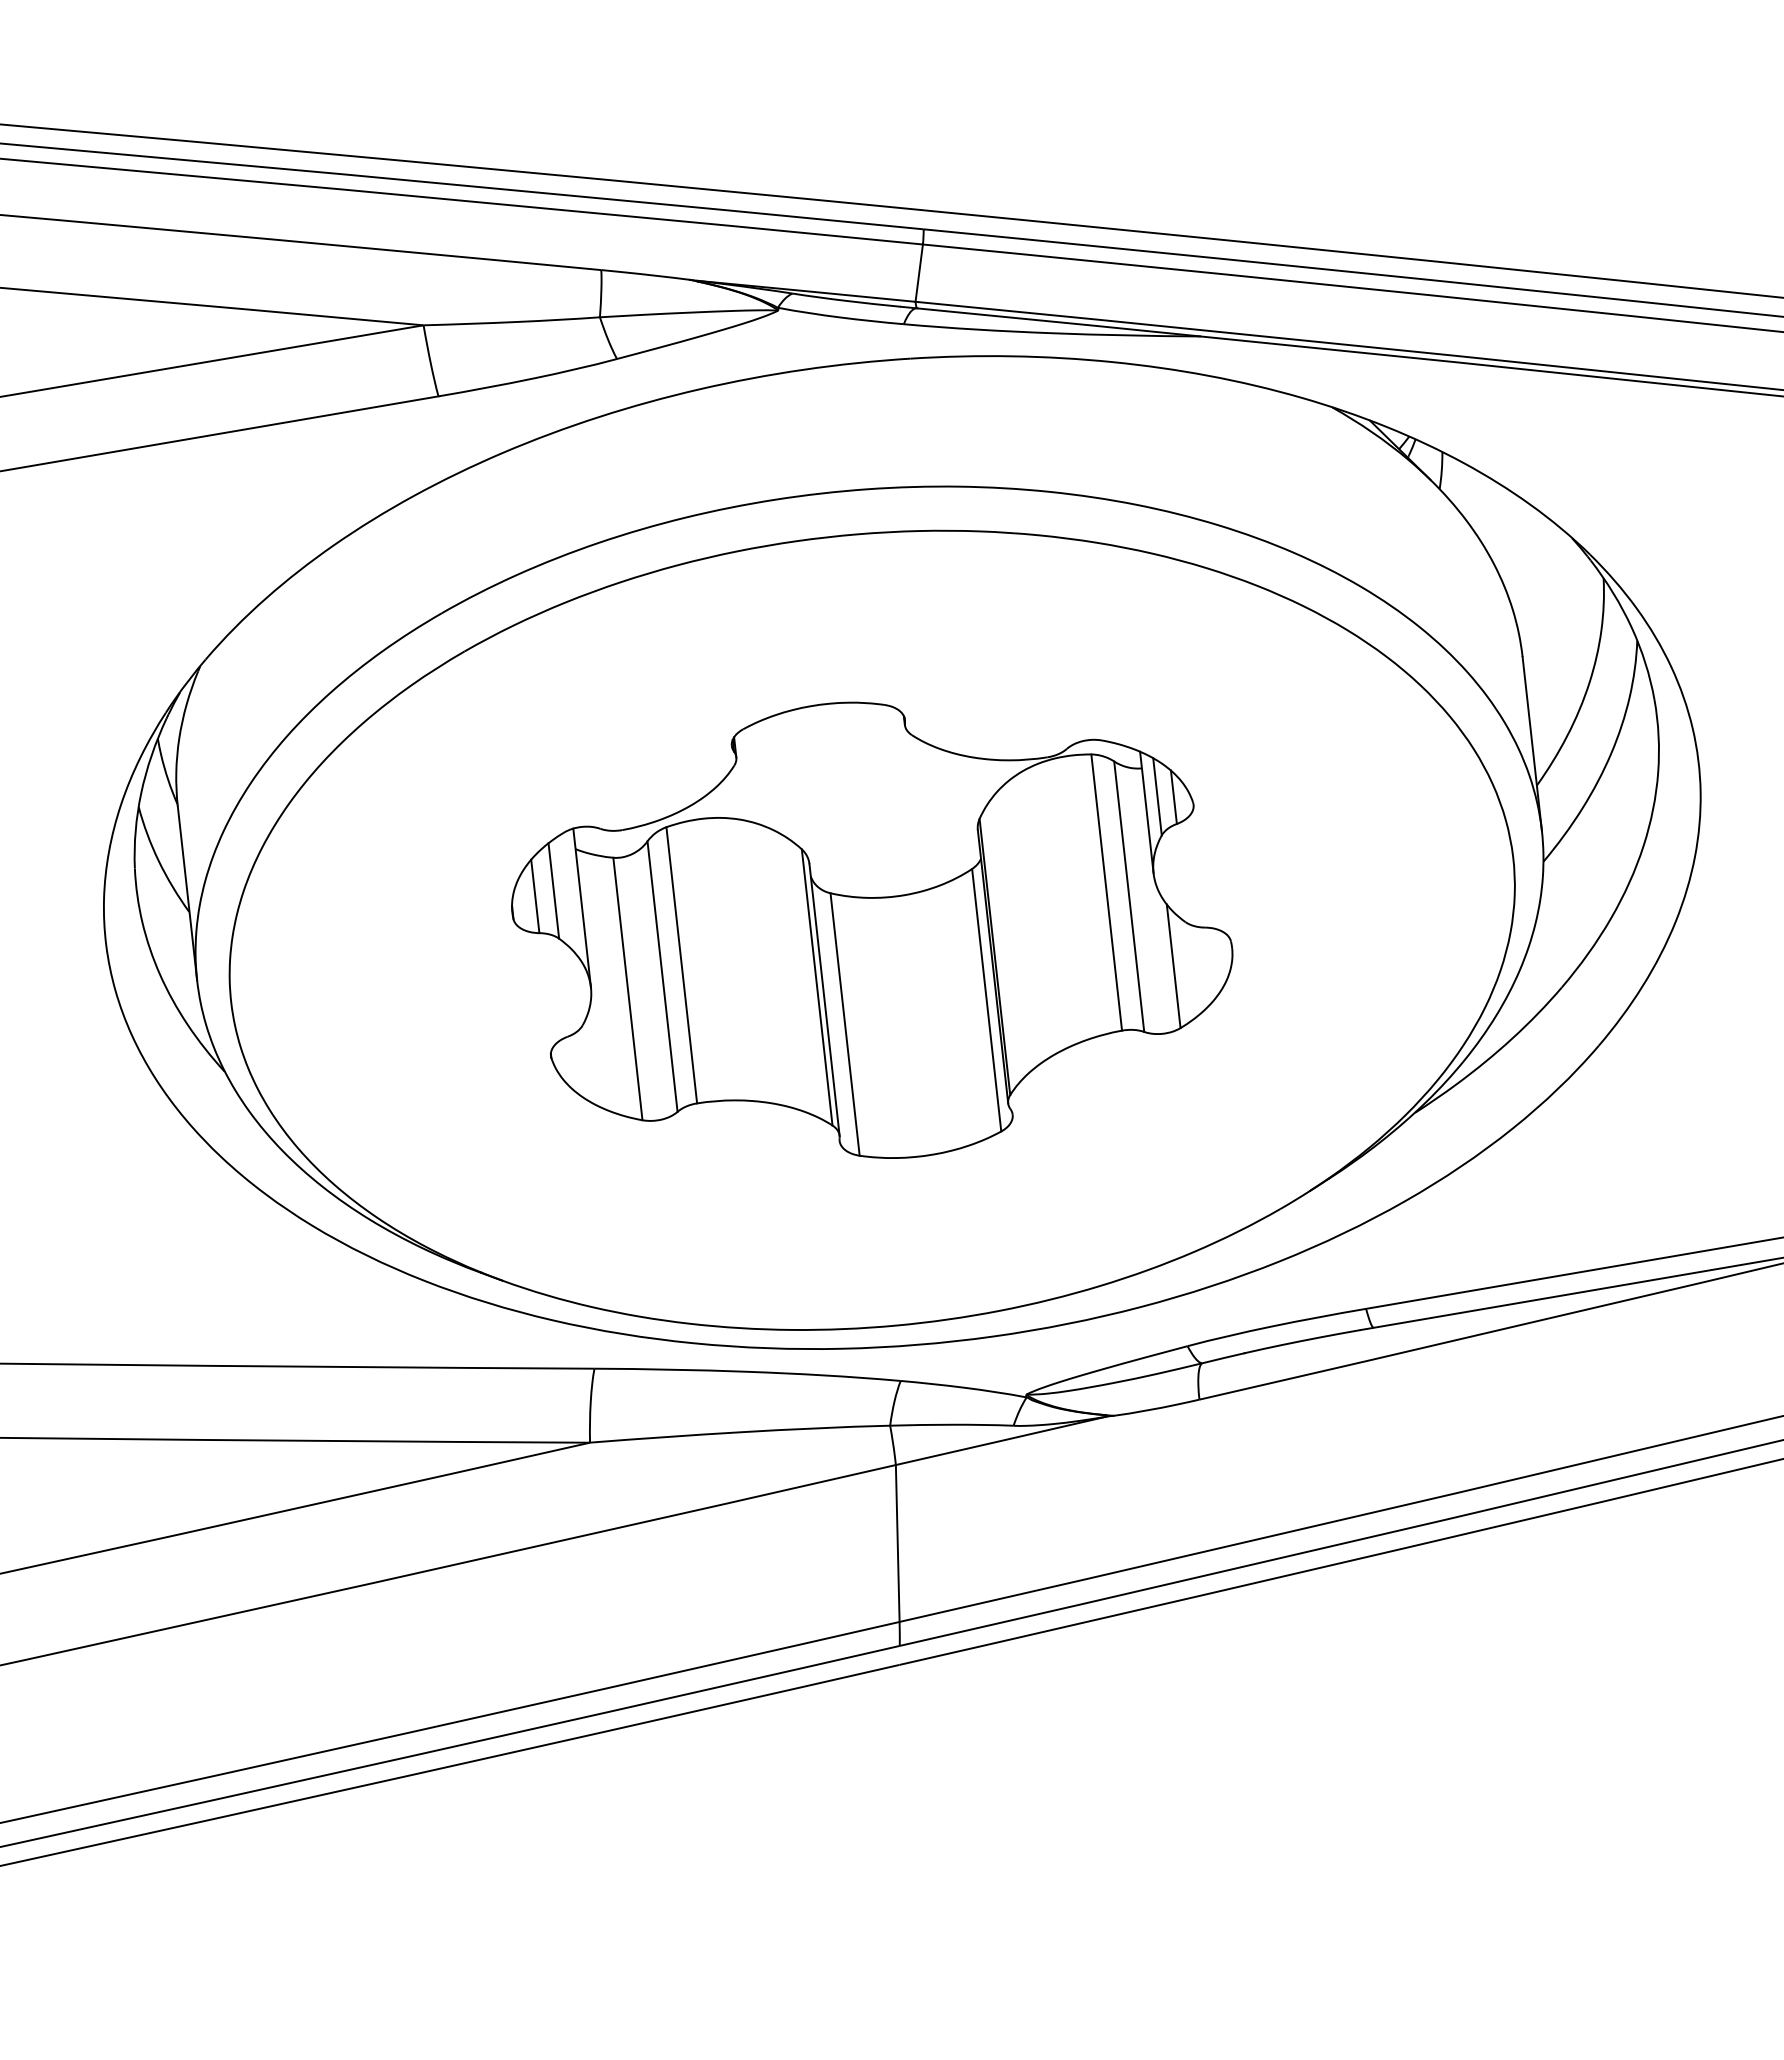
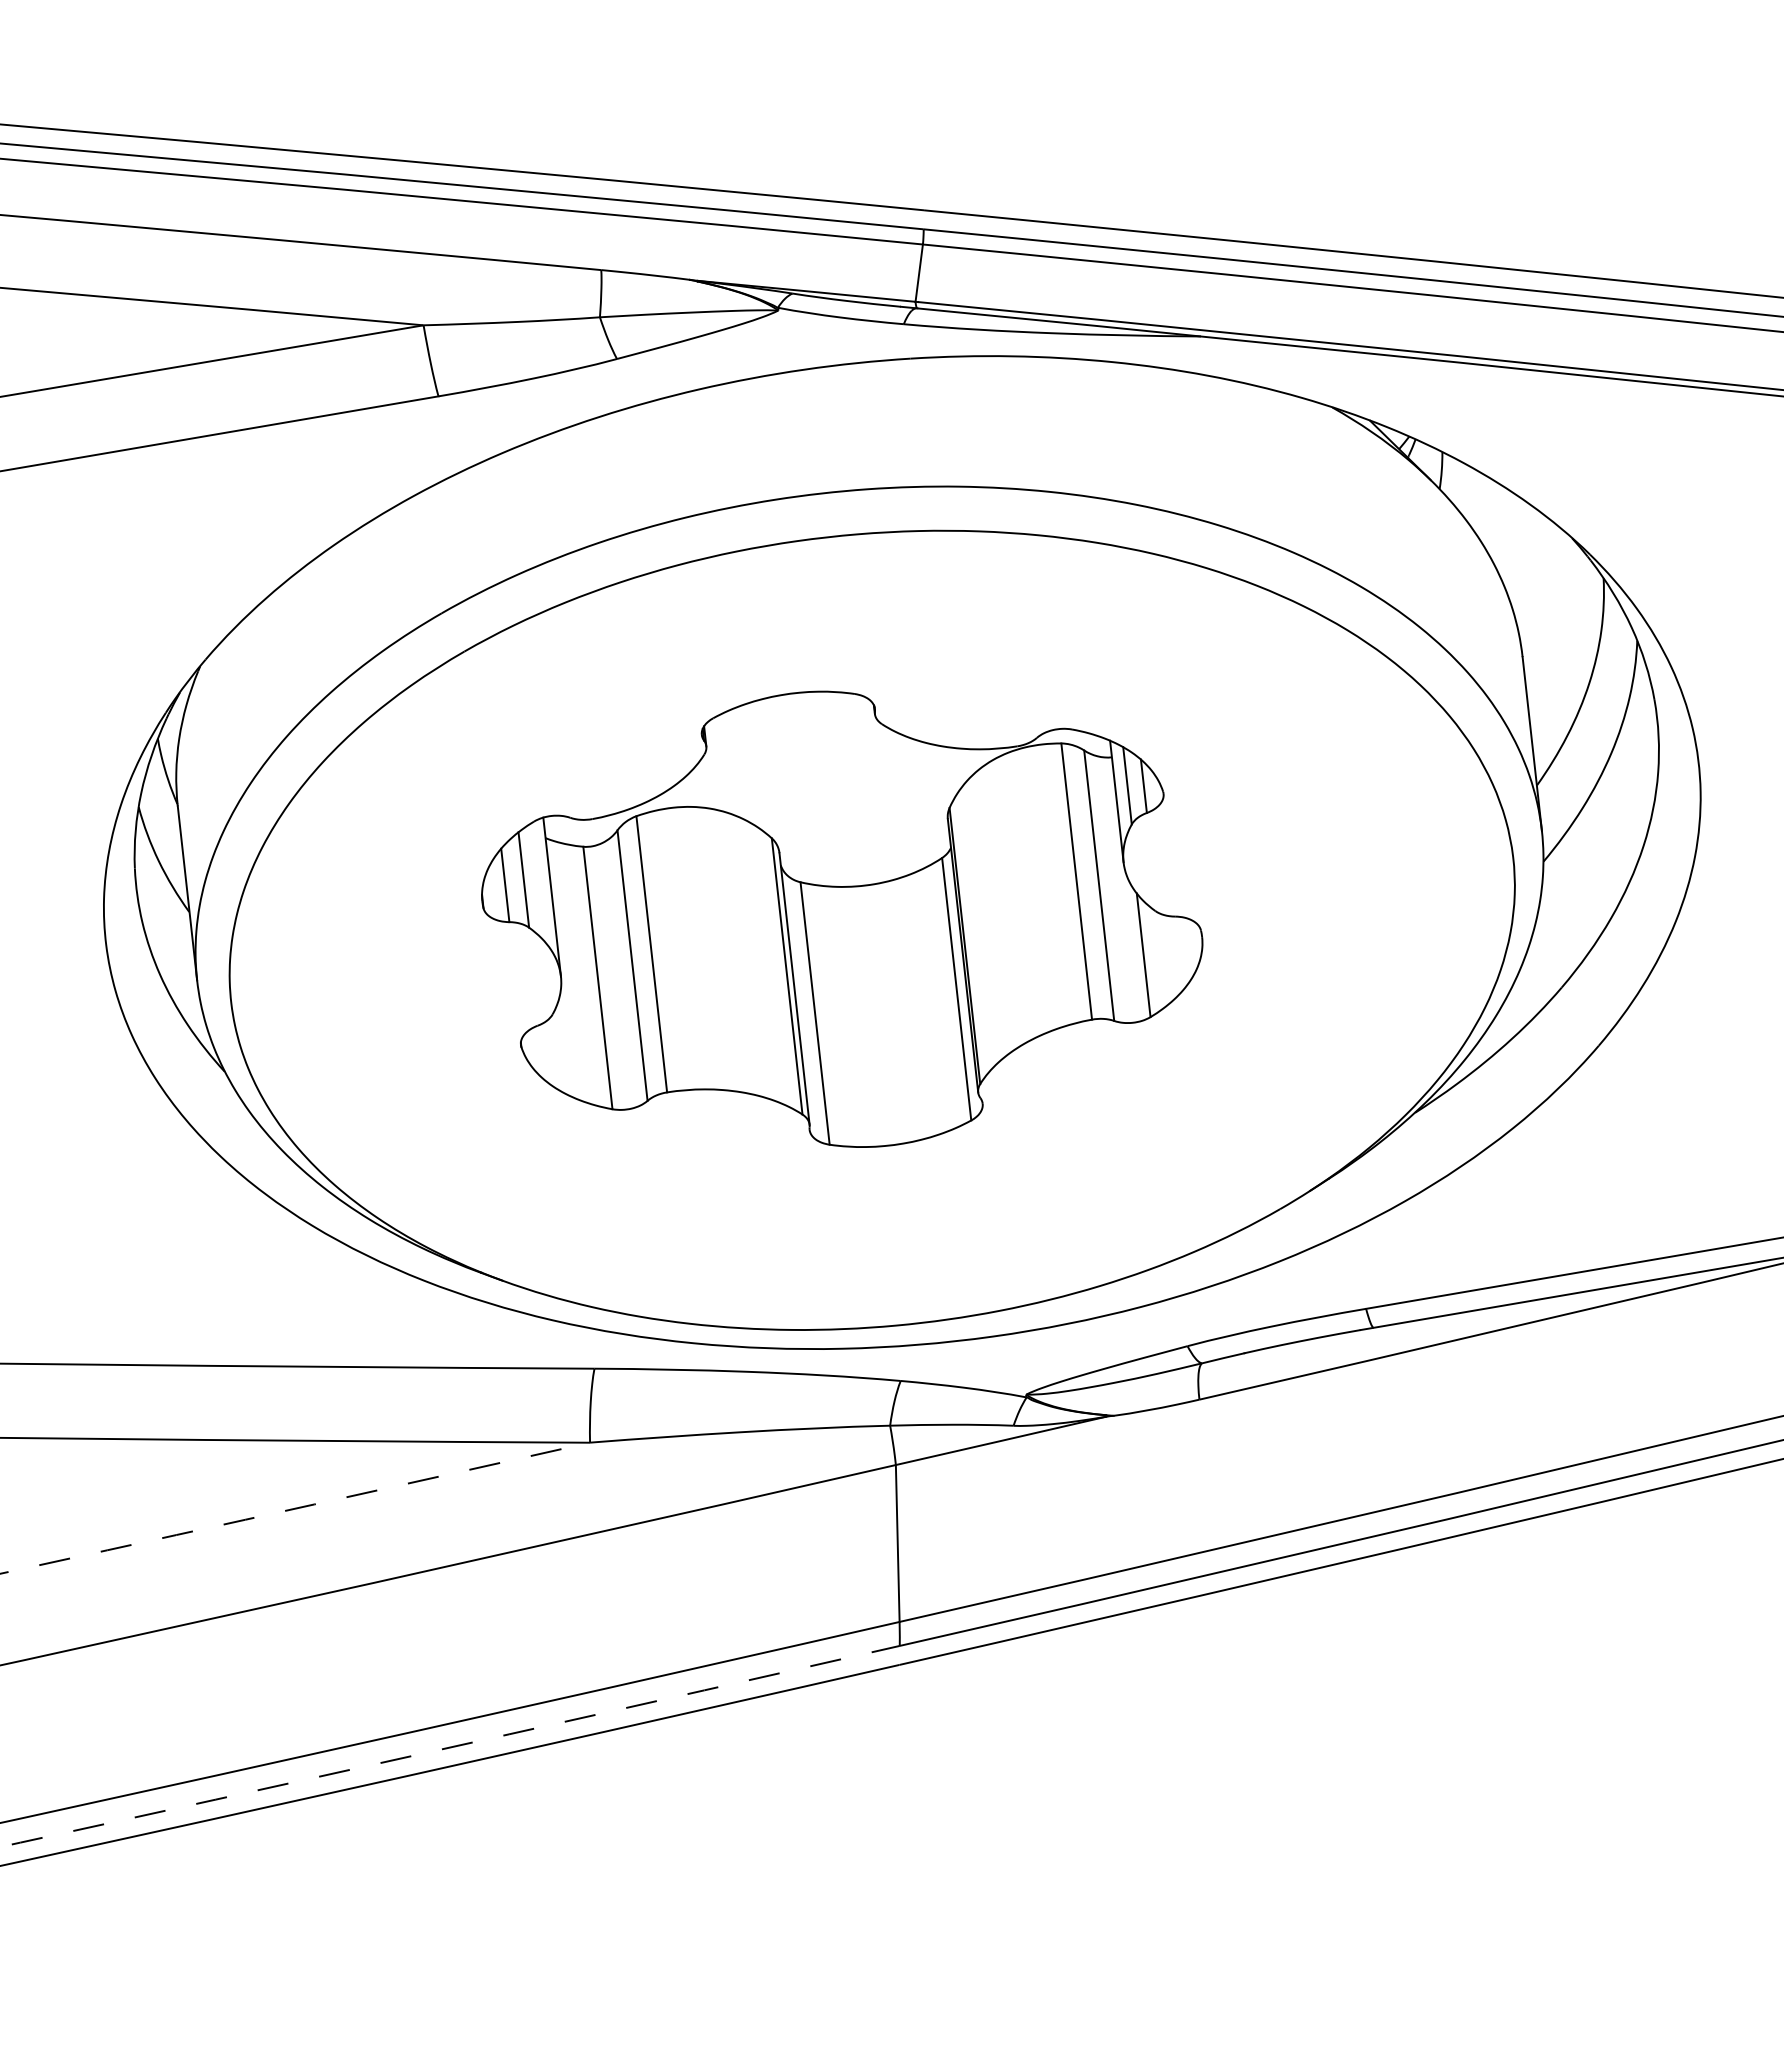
part at (872, 929) position: (872, 929) -> (842, 918)
arc at (295, 1508): solid -> dashed
arc at (450, 1747): solid -> dashed
